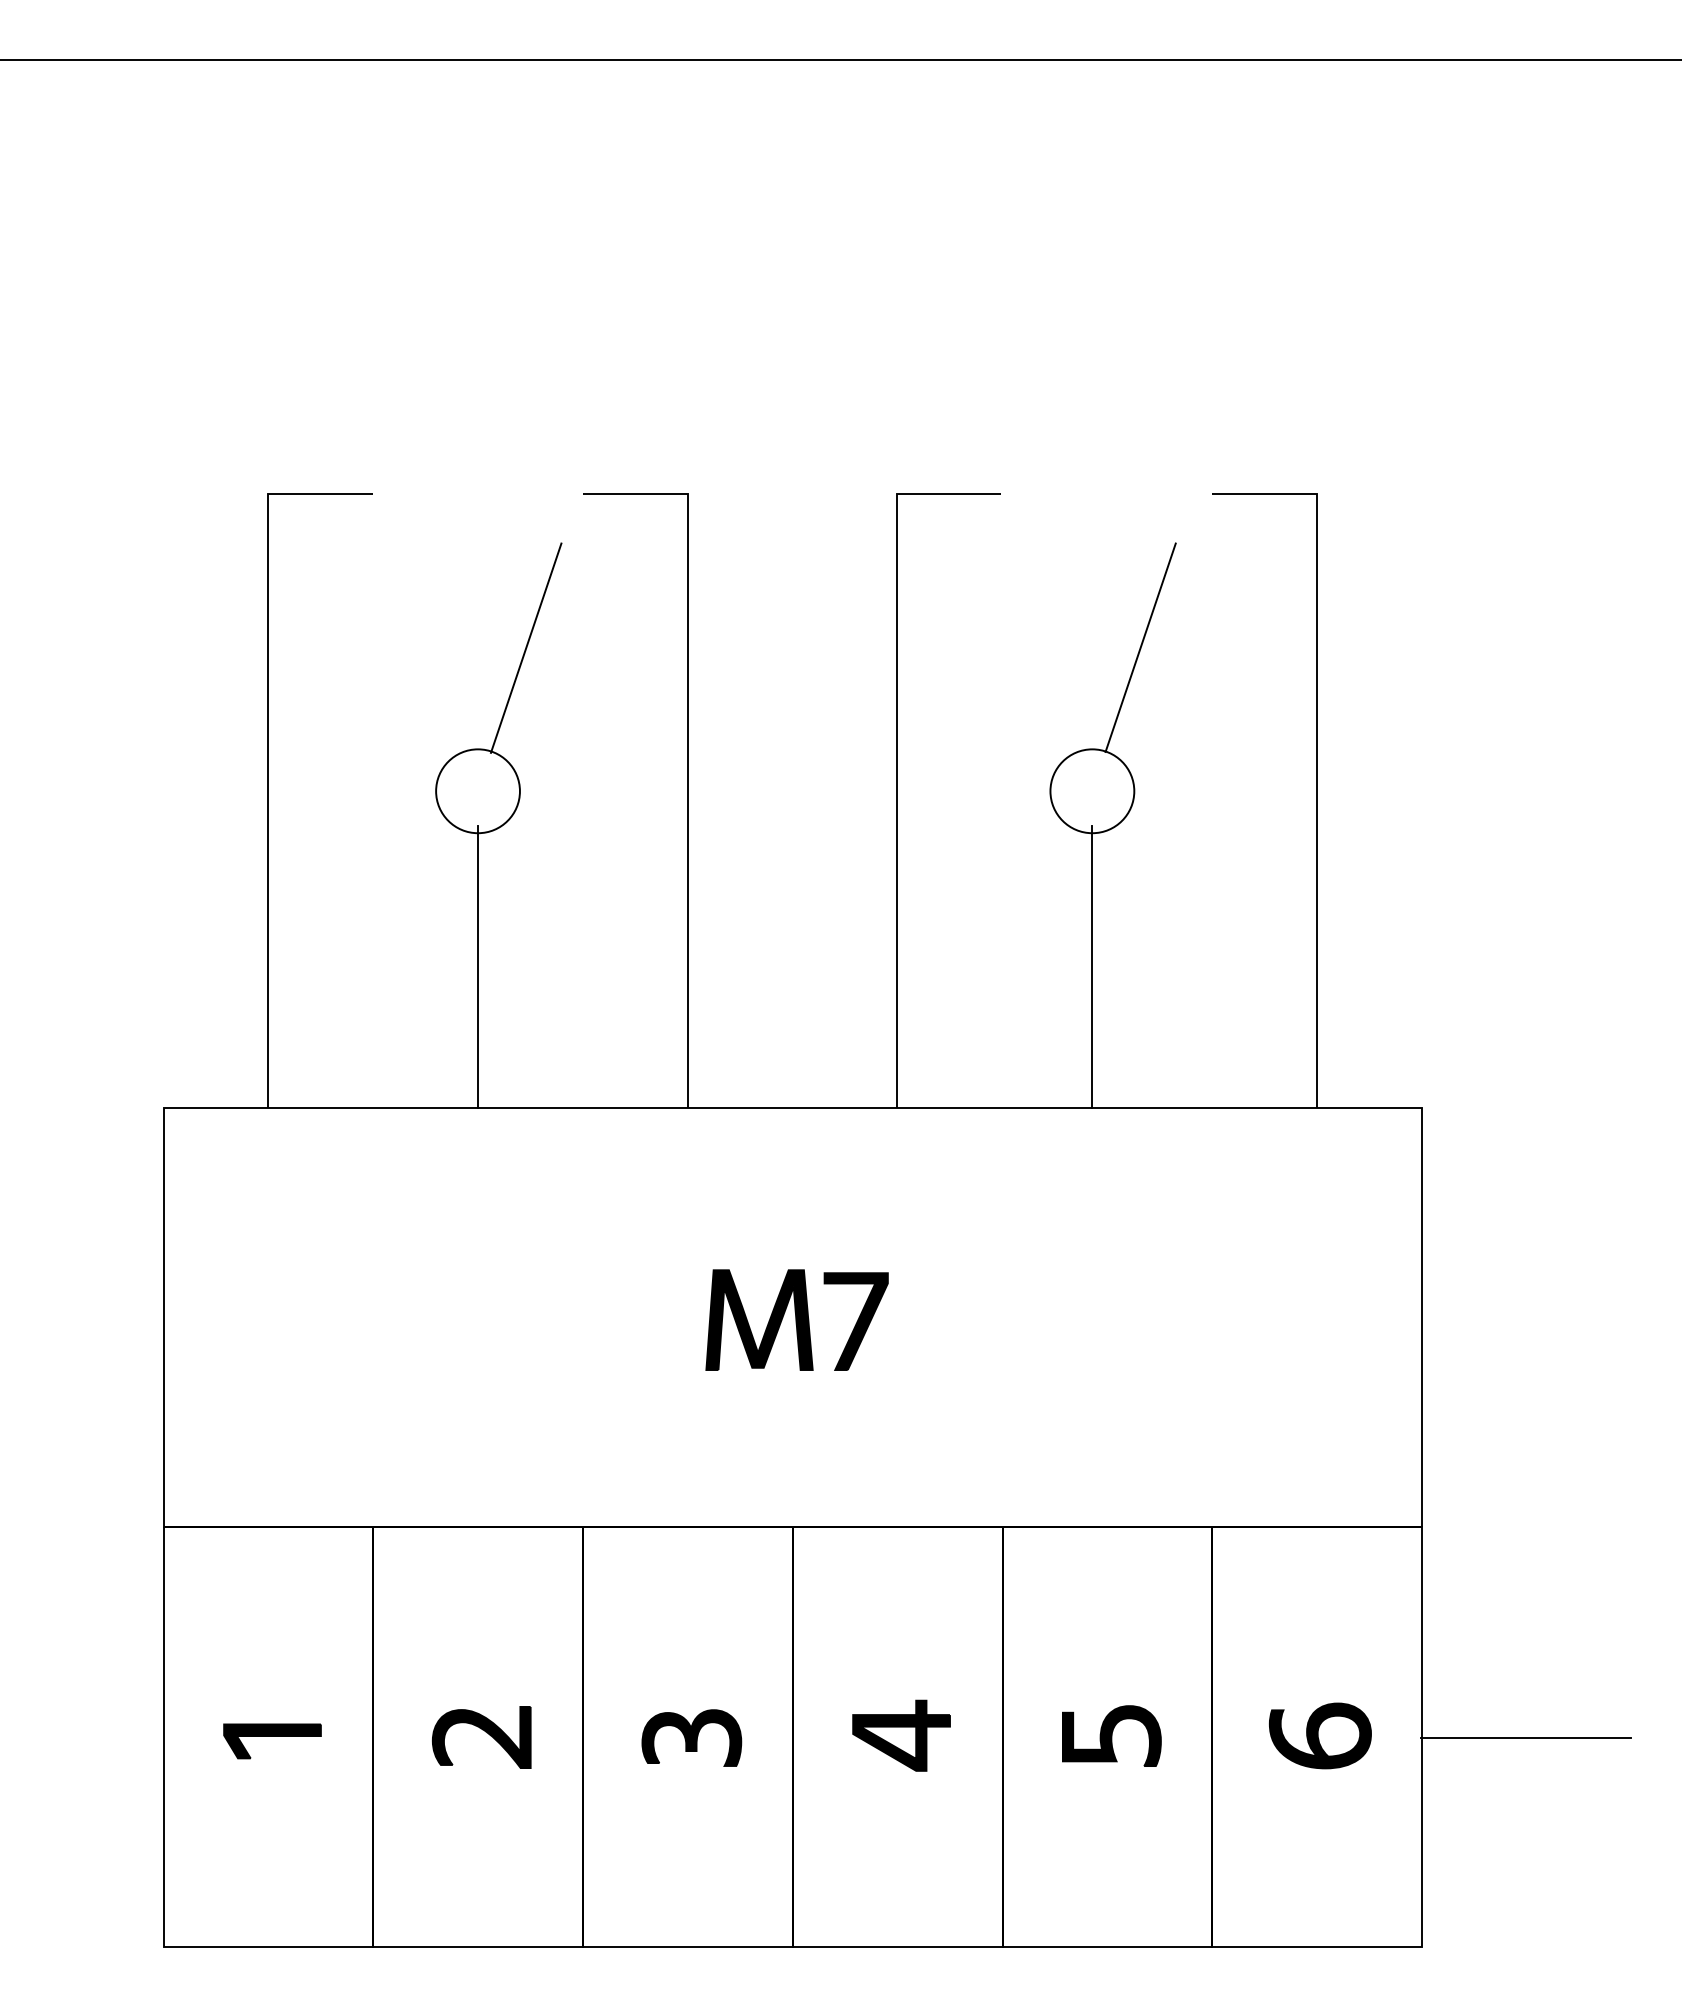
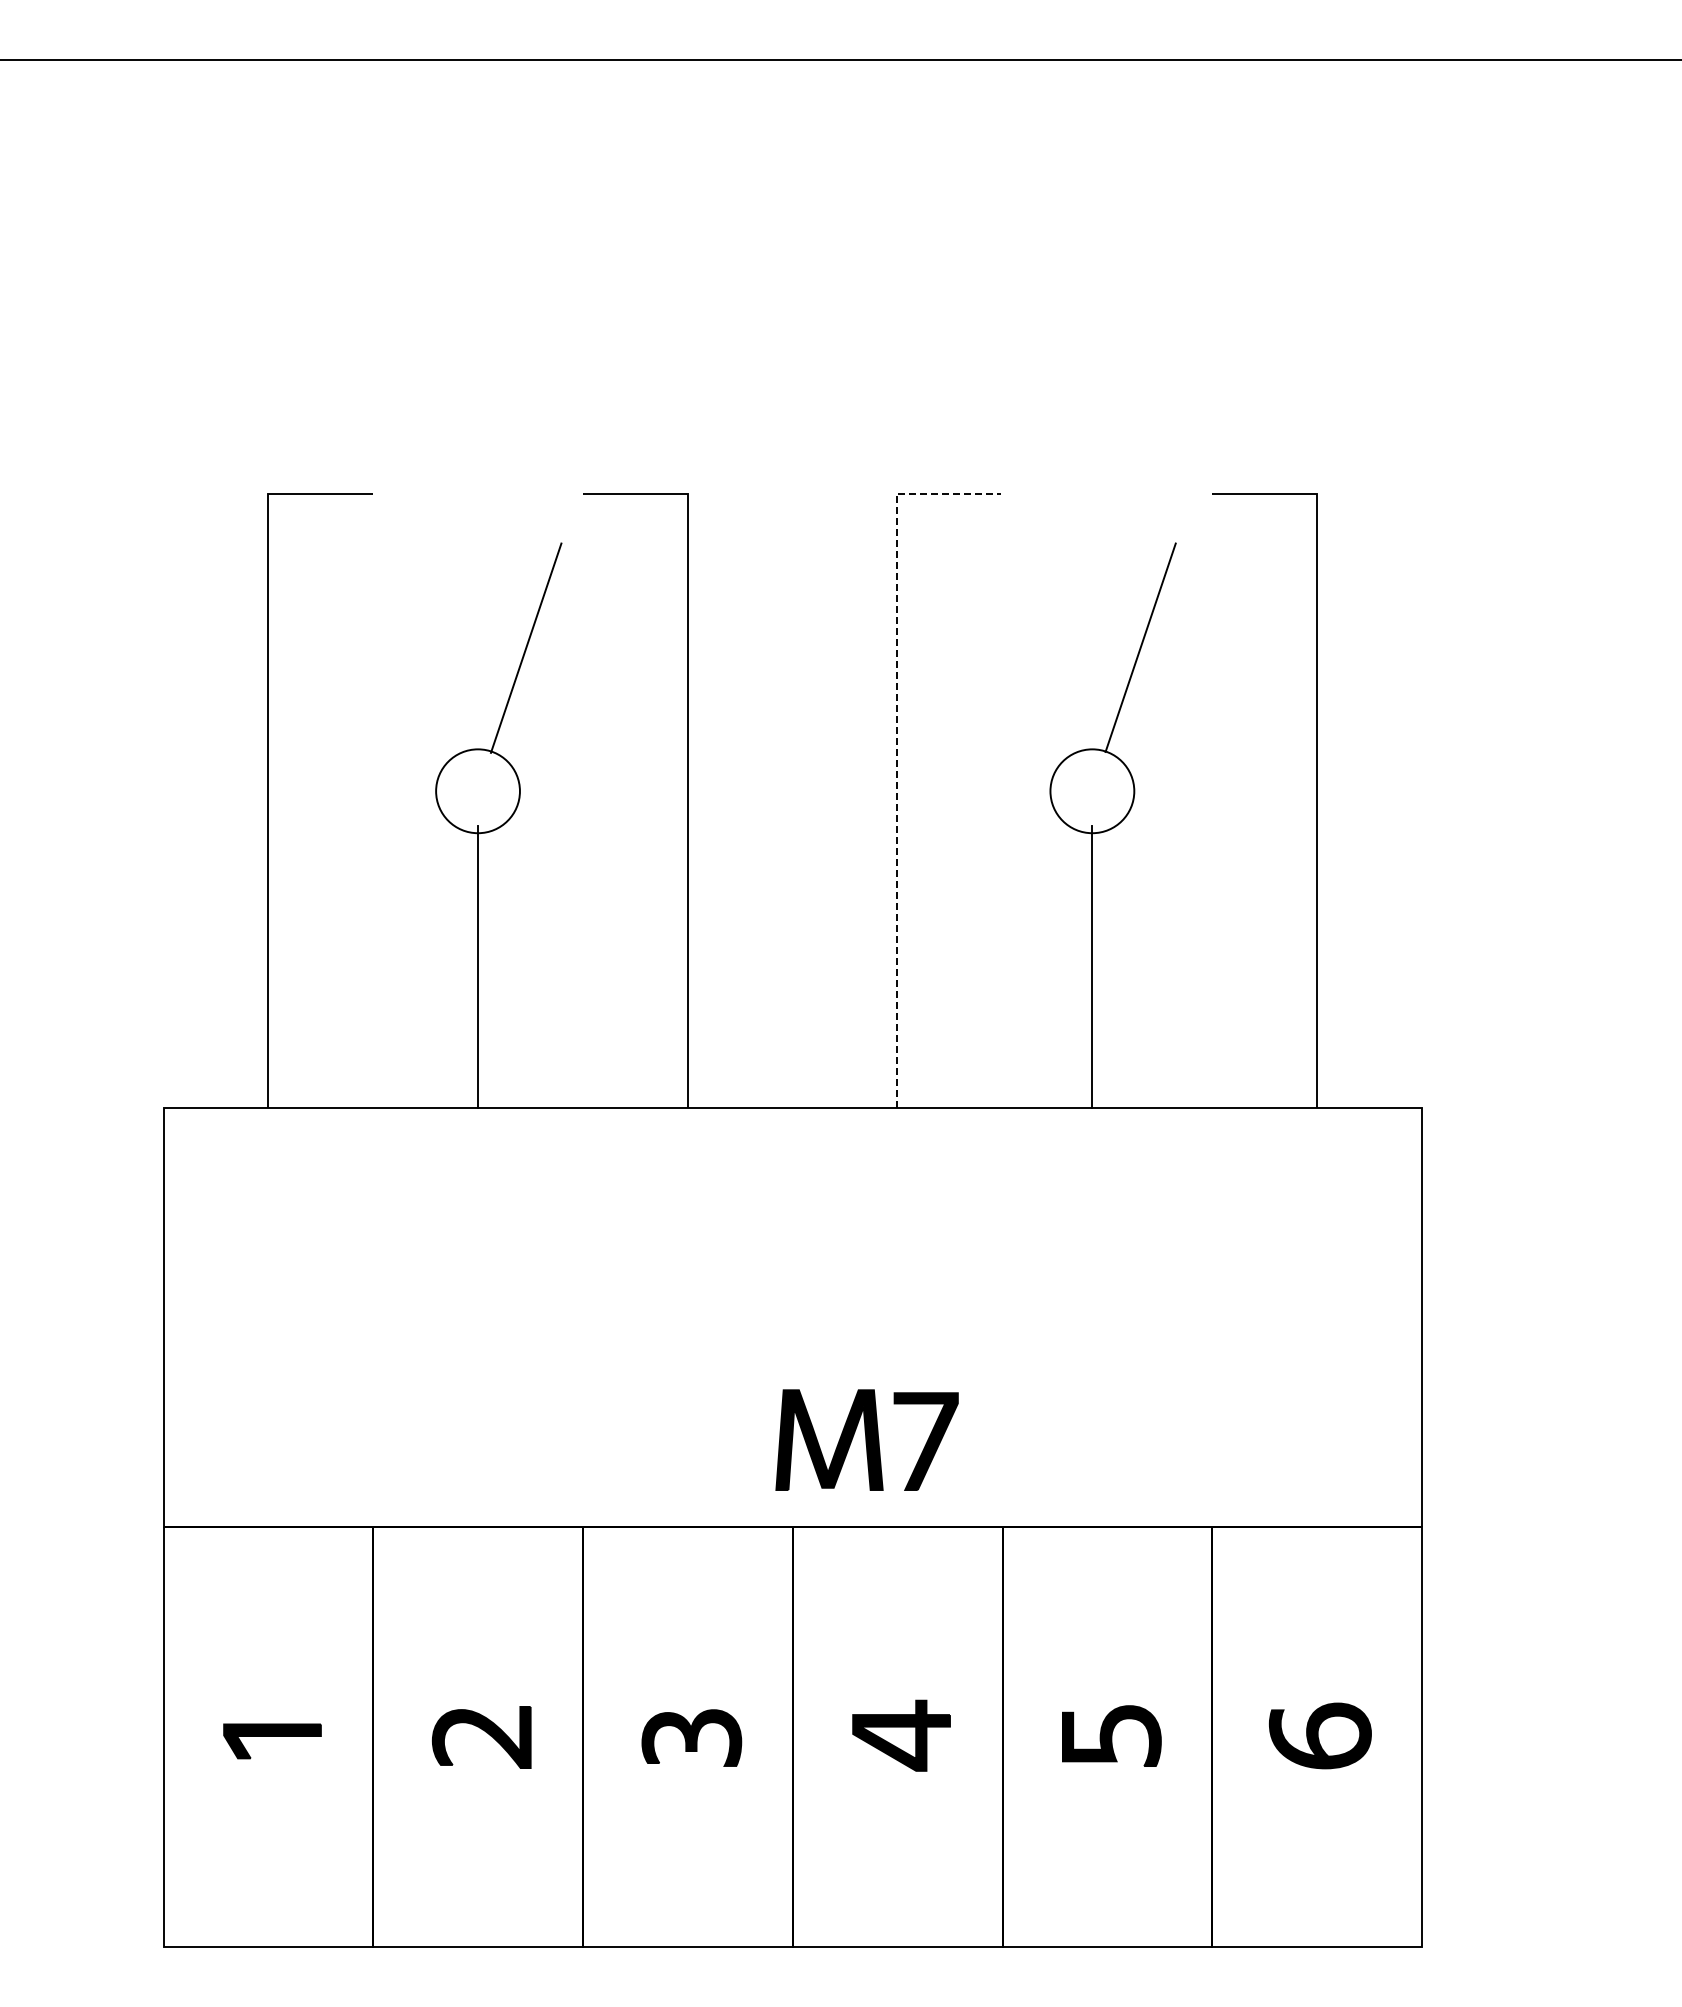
line at (896, 747): solid -> dashed
part at (796, 1319) position: (796, 1319) -> (866, 1439)
line at (1526, 1737): present -> none
